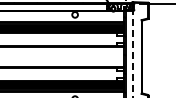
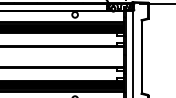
line at (132, 54): dashed -> solid
